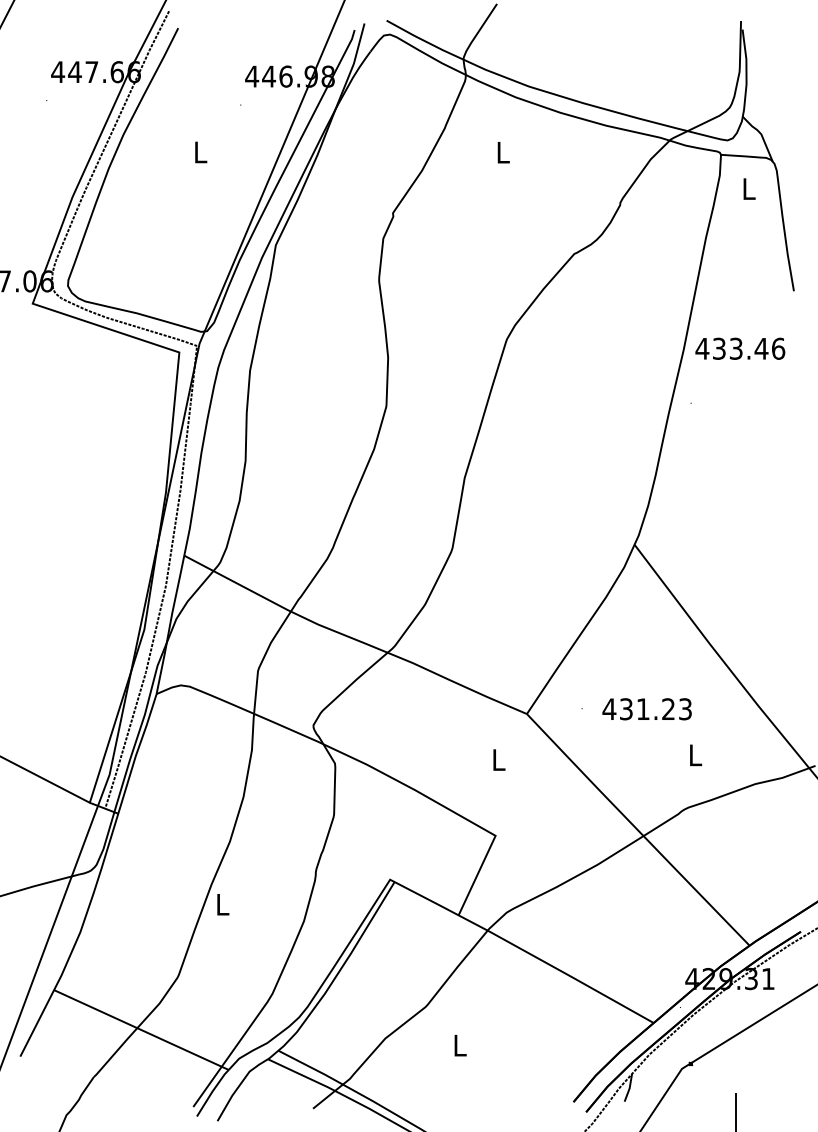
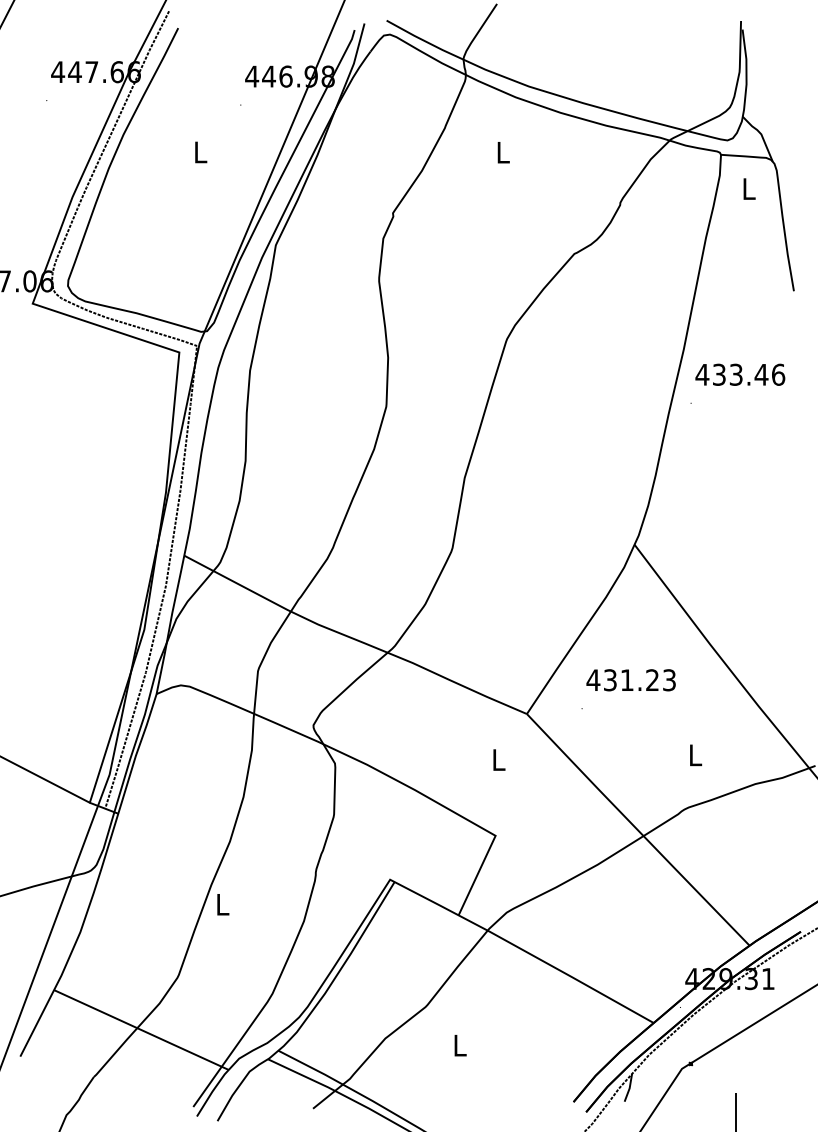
text at (740, 348) position: (740, 348) -> (740, 374)
text at (646, 709) position: (646, 709) -> (630, 680)
